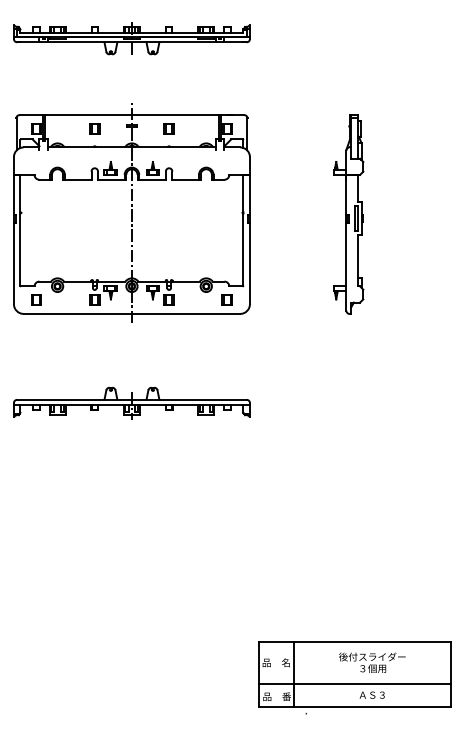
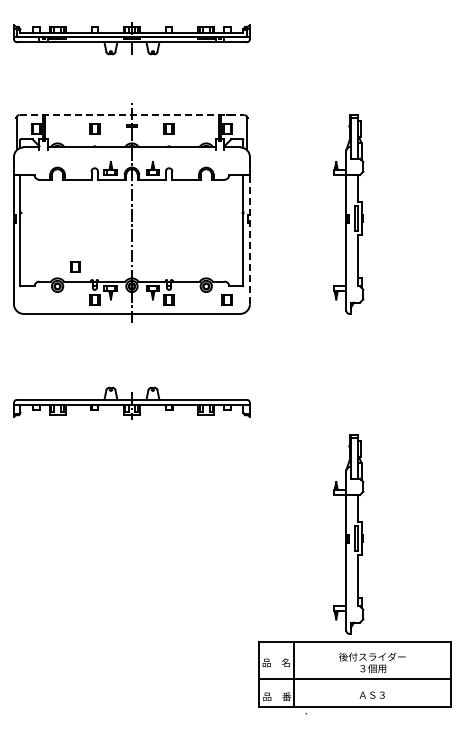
line at (132, 115): solid -> dashed
line at (249, 239): solid -> dashed
part at (36, 299) position: (36, 299) -> (75, 266)
part at (348, 534): none -> present
line at (354, 683) position: (354, 683) -> (354, 678)
